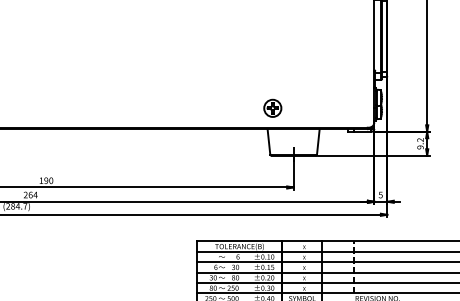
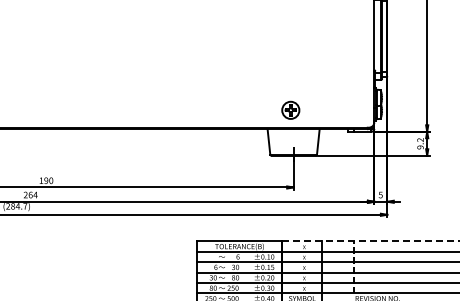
part at (272, 107) position: (272, 107) -> (290, 109)
line at (370, 241): solid -> dashed
